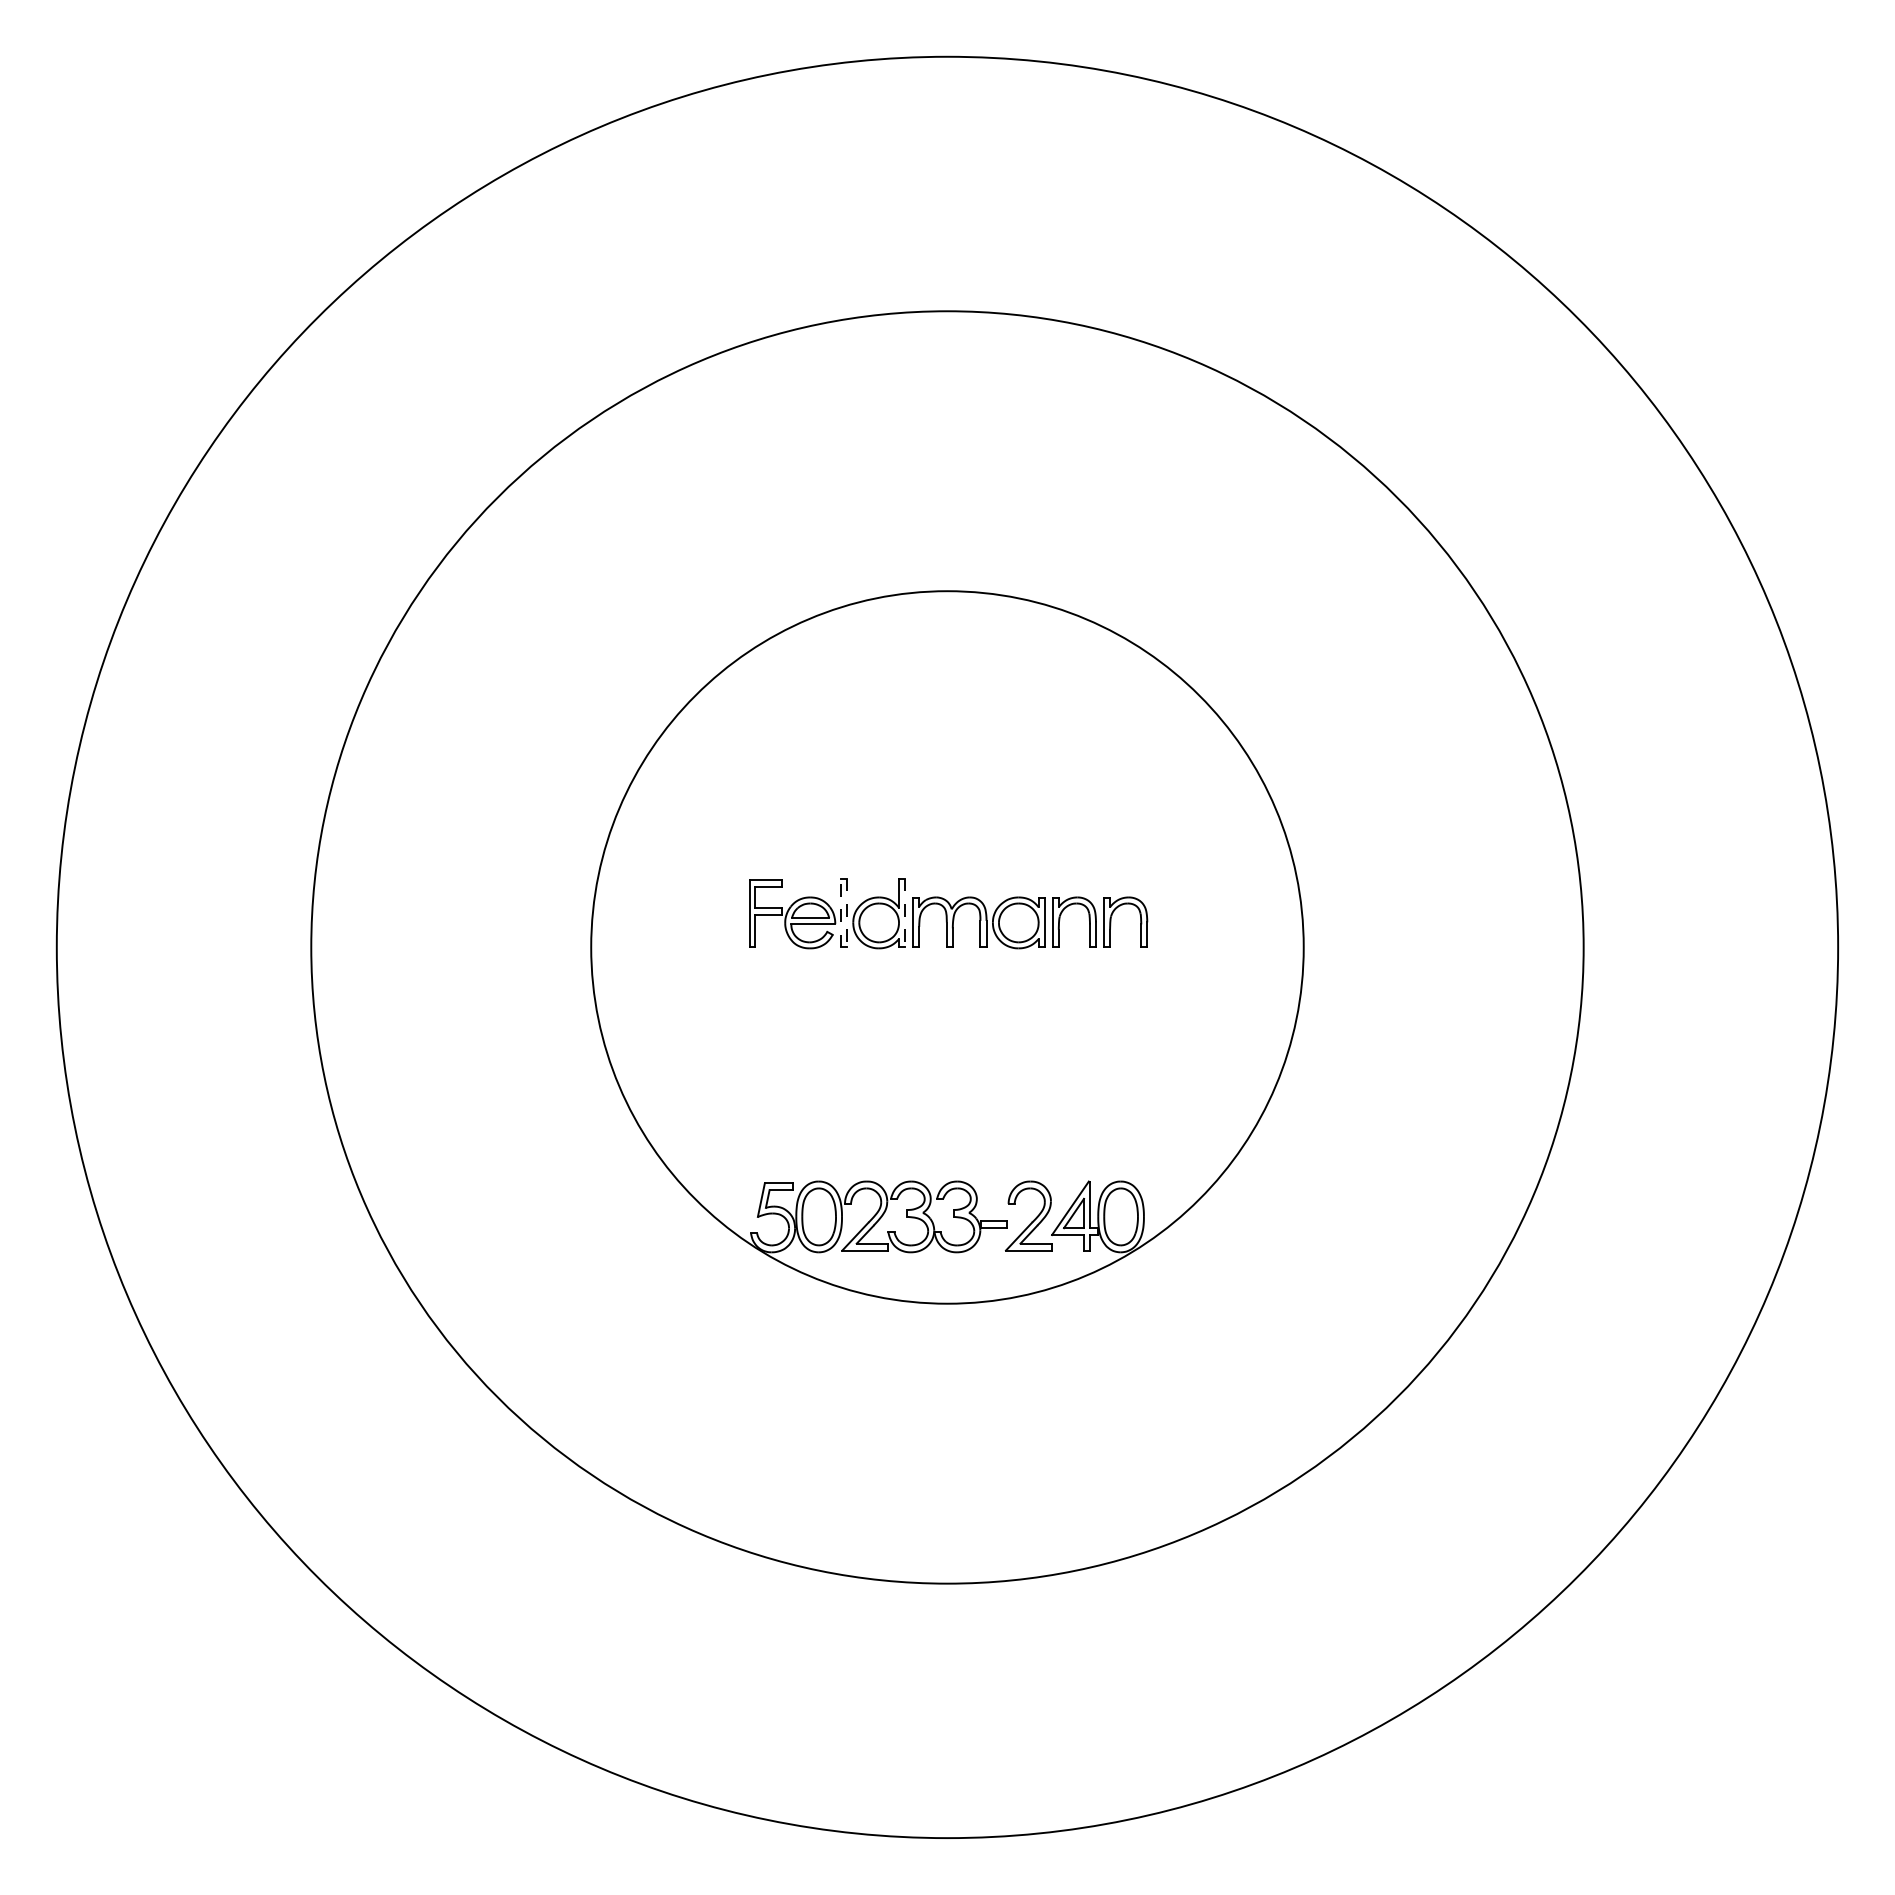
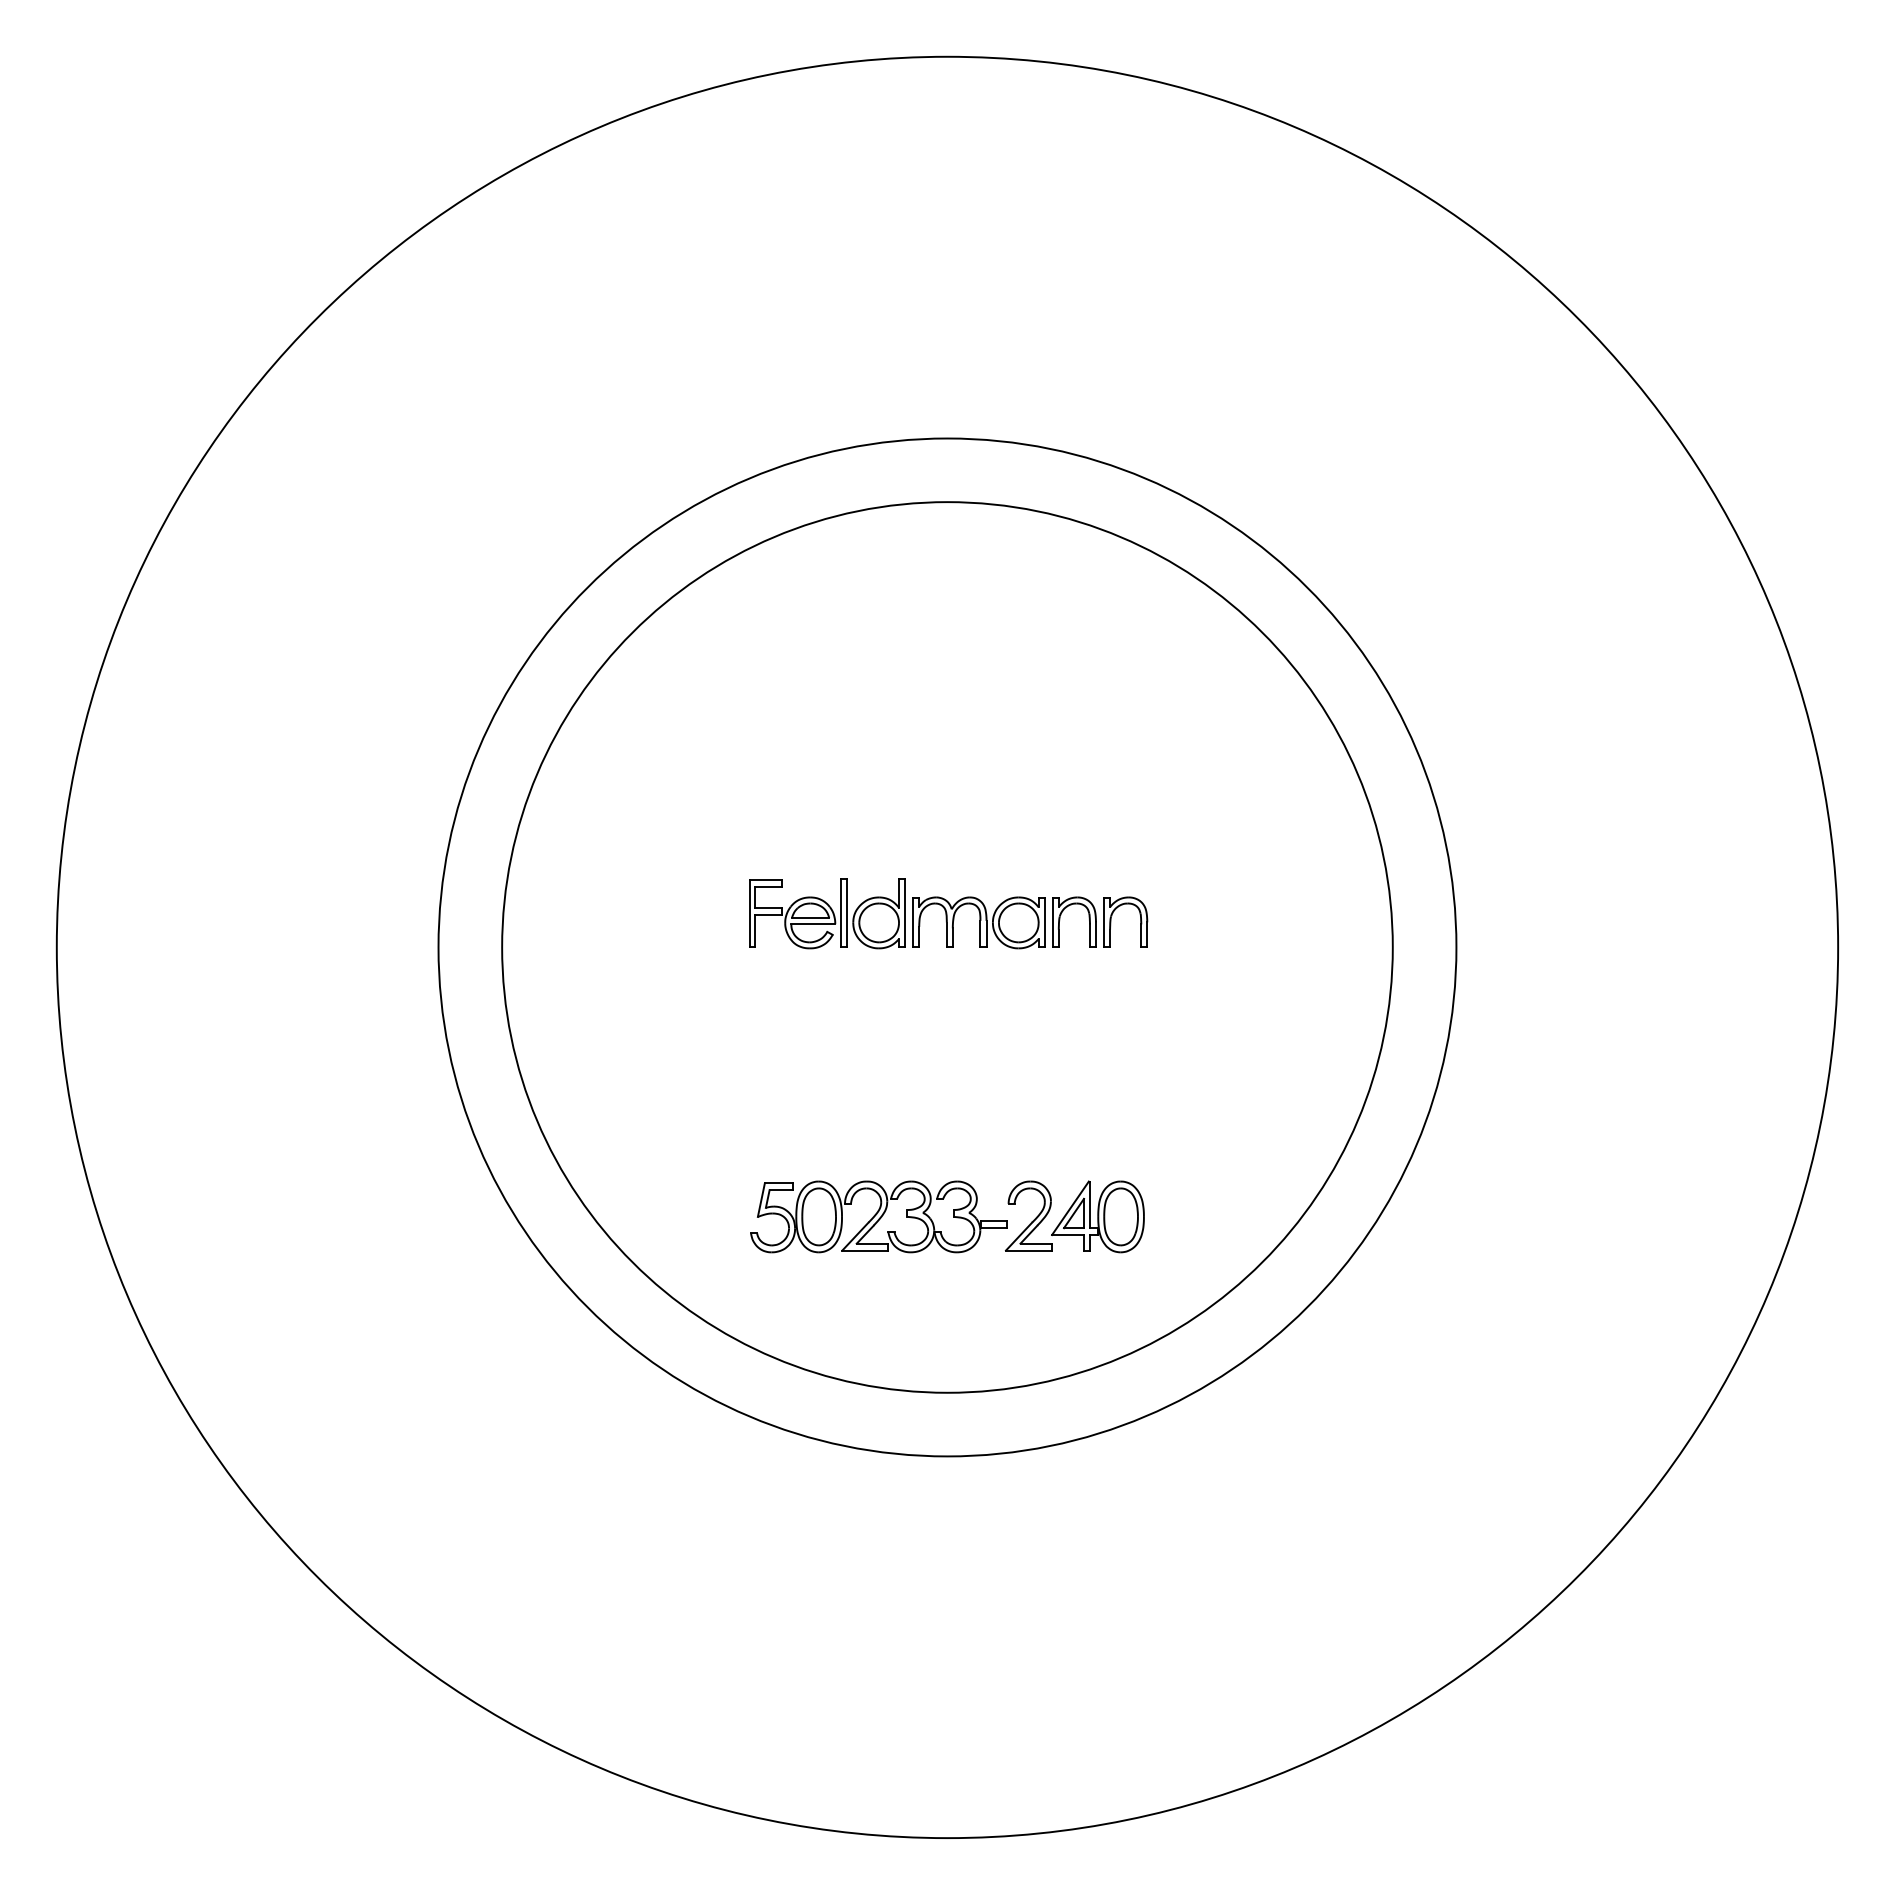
line at (840, 912): dashed -> solid
line at (846, 913): dashed -> solid
line at (904, 913): dashed -> solid
circle at (947, 947) diameter: 1272 px -> 1018 px
circle at (947, 947) diameter: 713 px -> 891 px
